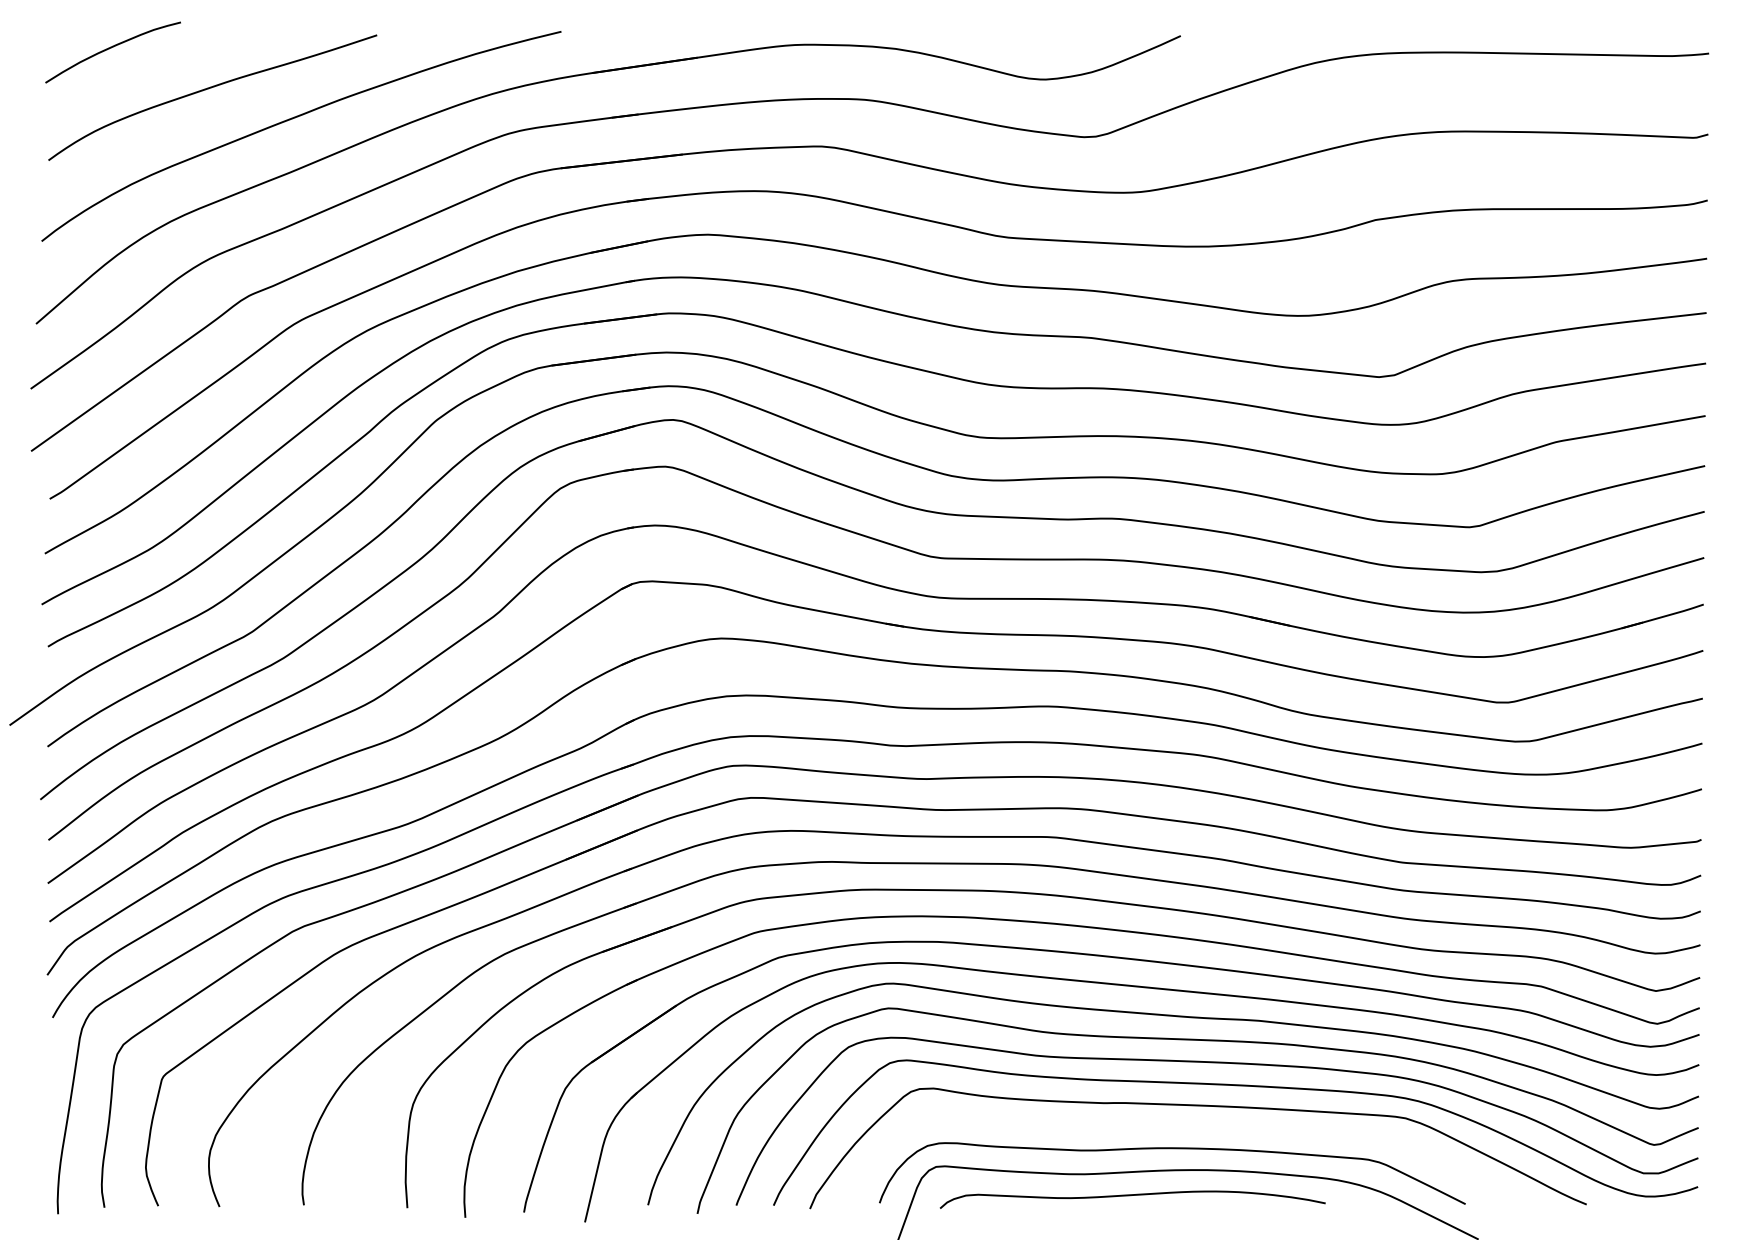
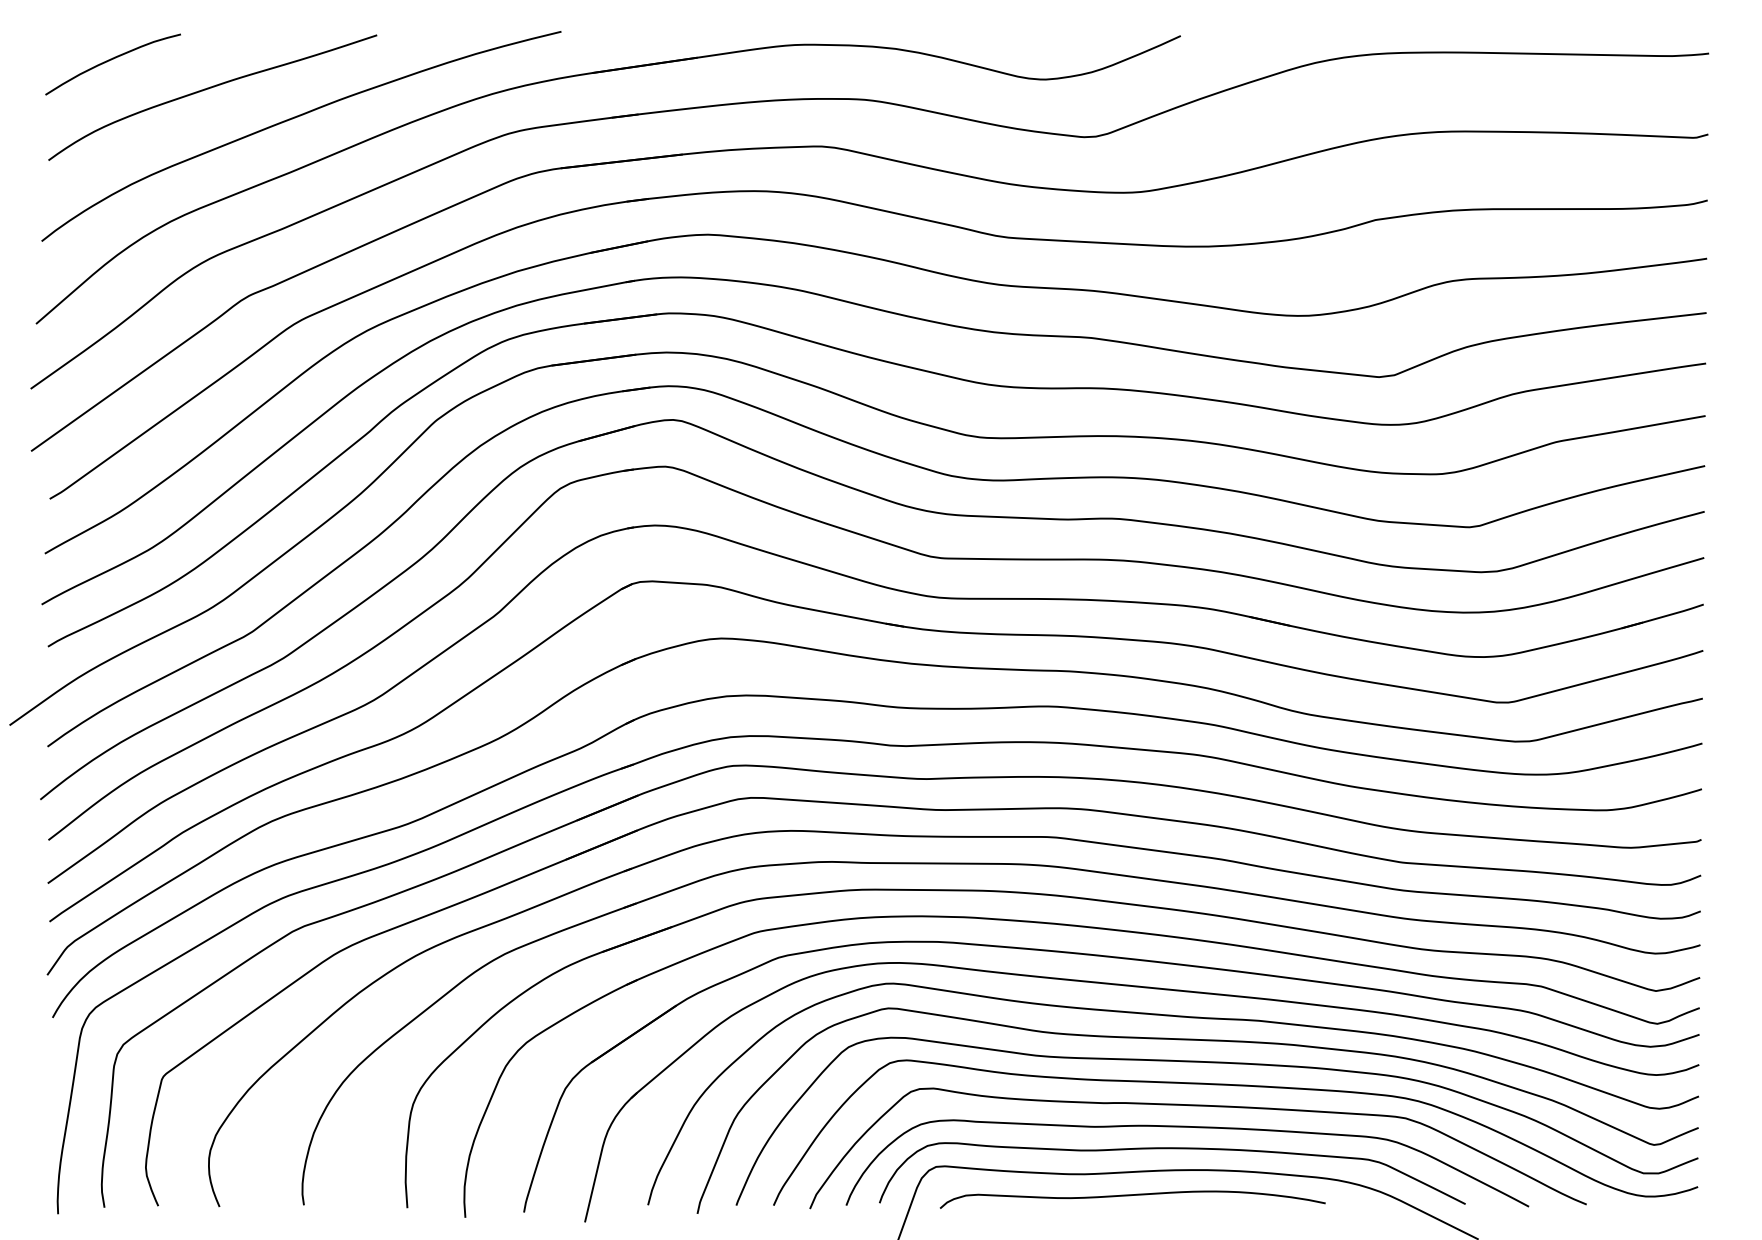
curve at (111, 48) position: (111, 48) -> (111, 60)
curve at (1187, 1127): none -> present
